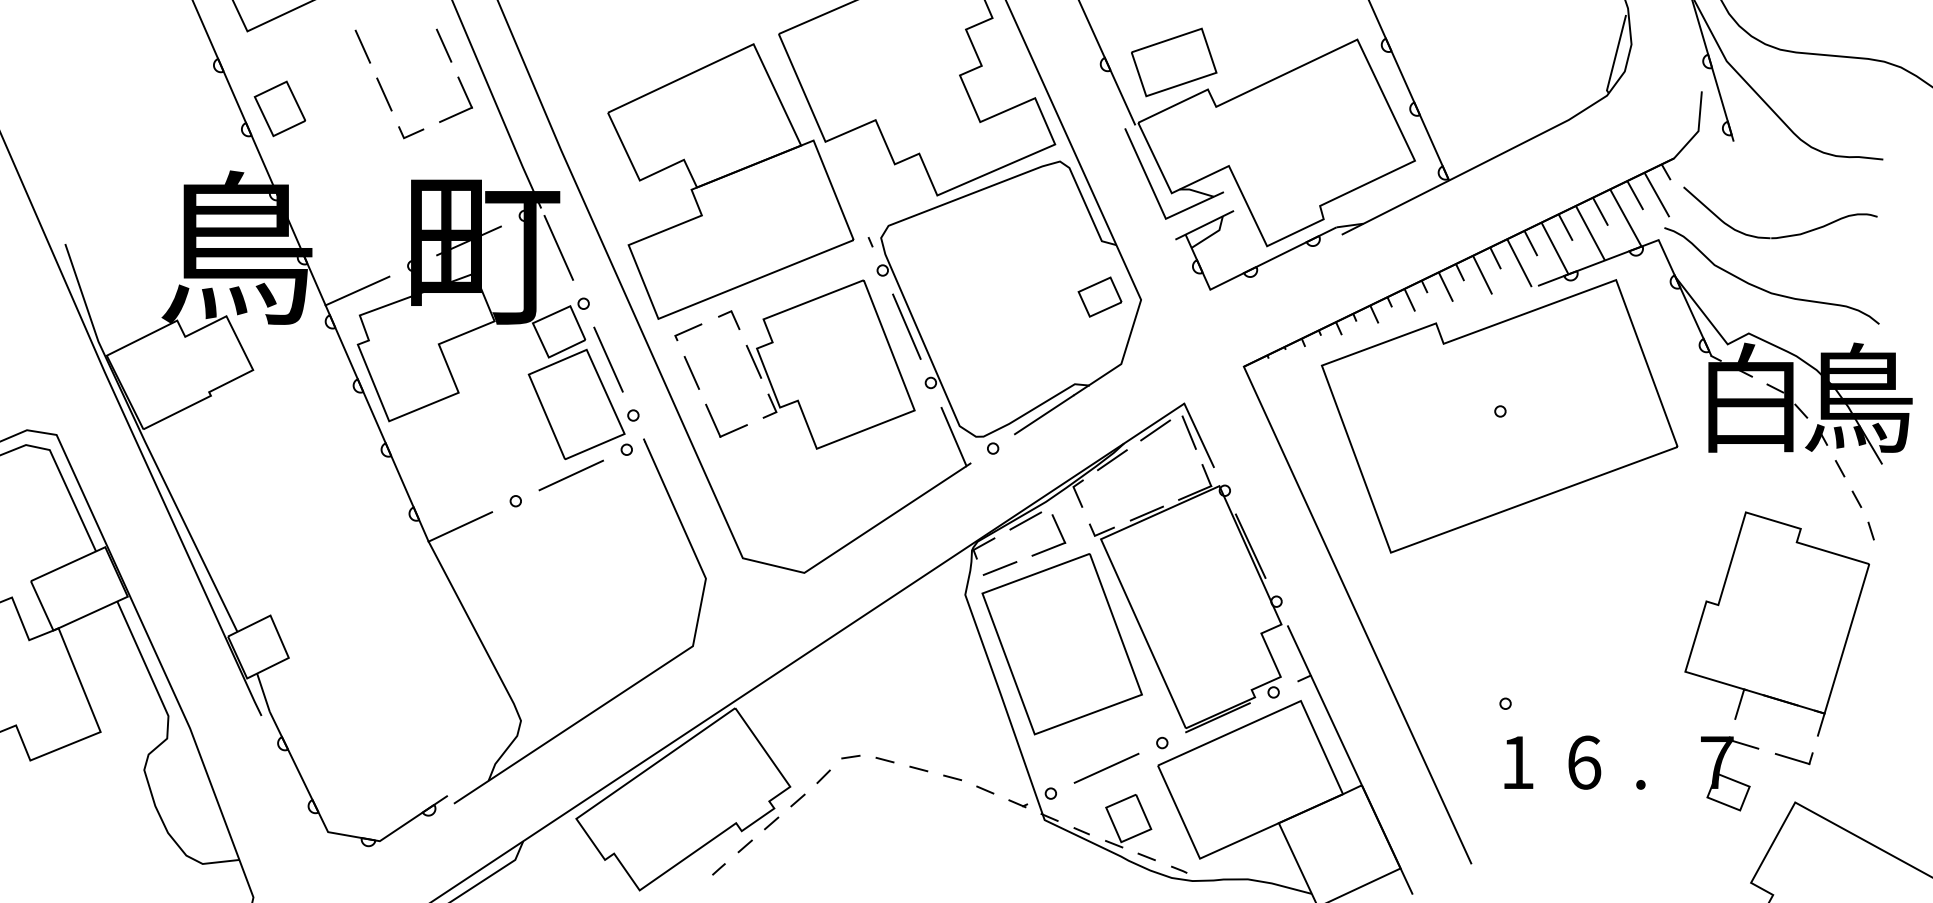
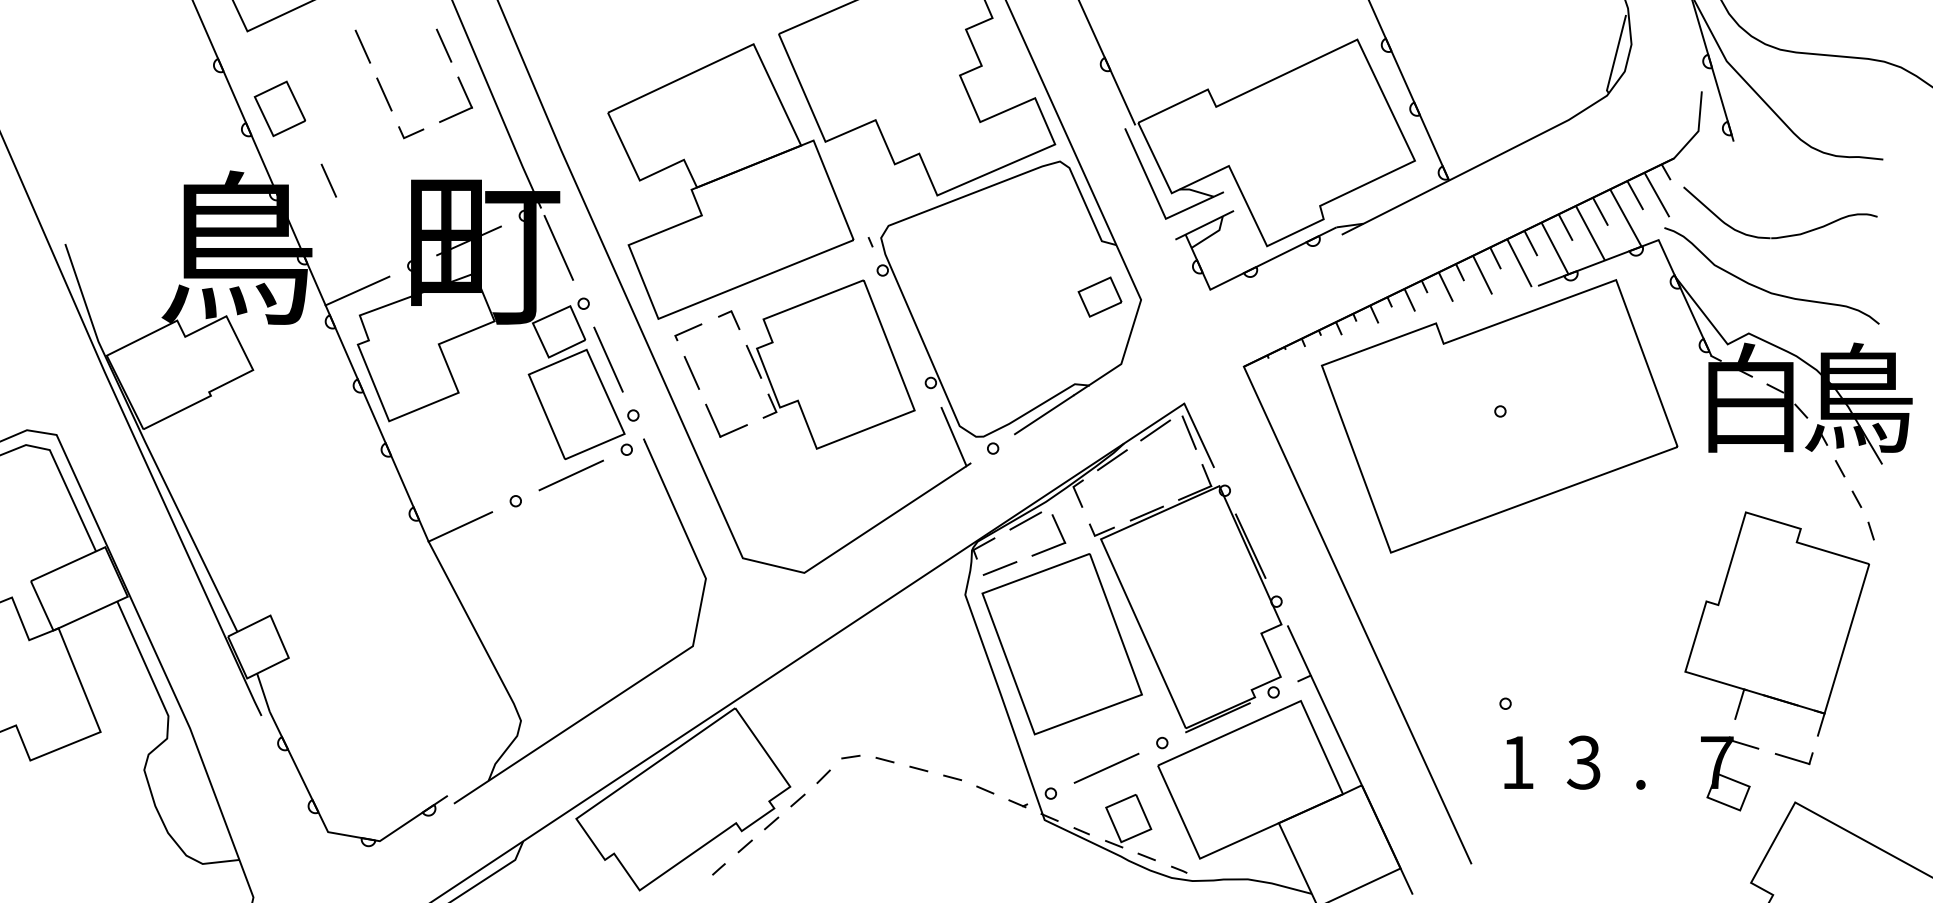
part at (1174, 62): present -> none
line at (328, 180): none -> present
line at (906, 326): present -> none
text at (1583, 762): 6 -> 3
